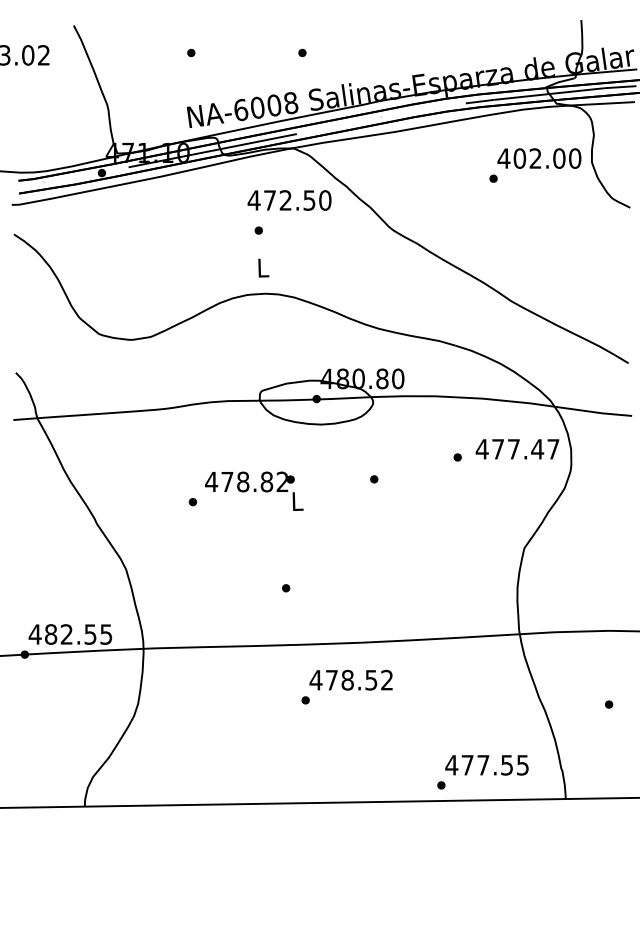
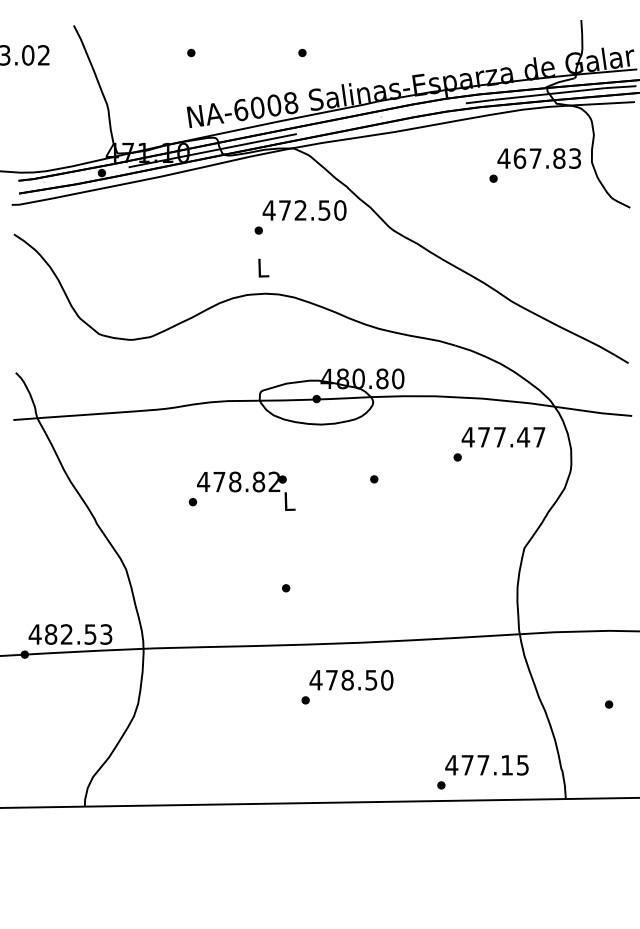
text at (547, 158): 402.00 -> 467.83
text at (289, 200) position: (289, 200) -> (304, 210)
text at (517, 449) position: (517, 449) -> (503, 437)
text at (254, 490) position: (254, 490) -> (246, 490)
text at (106, 634): 482.55 -> 482.53
text at (387, 679): 478.52 -> 478.50
text at (506, 765): 477.55 -> 477.15
